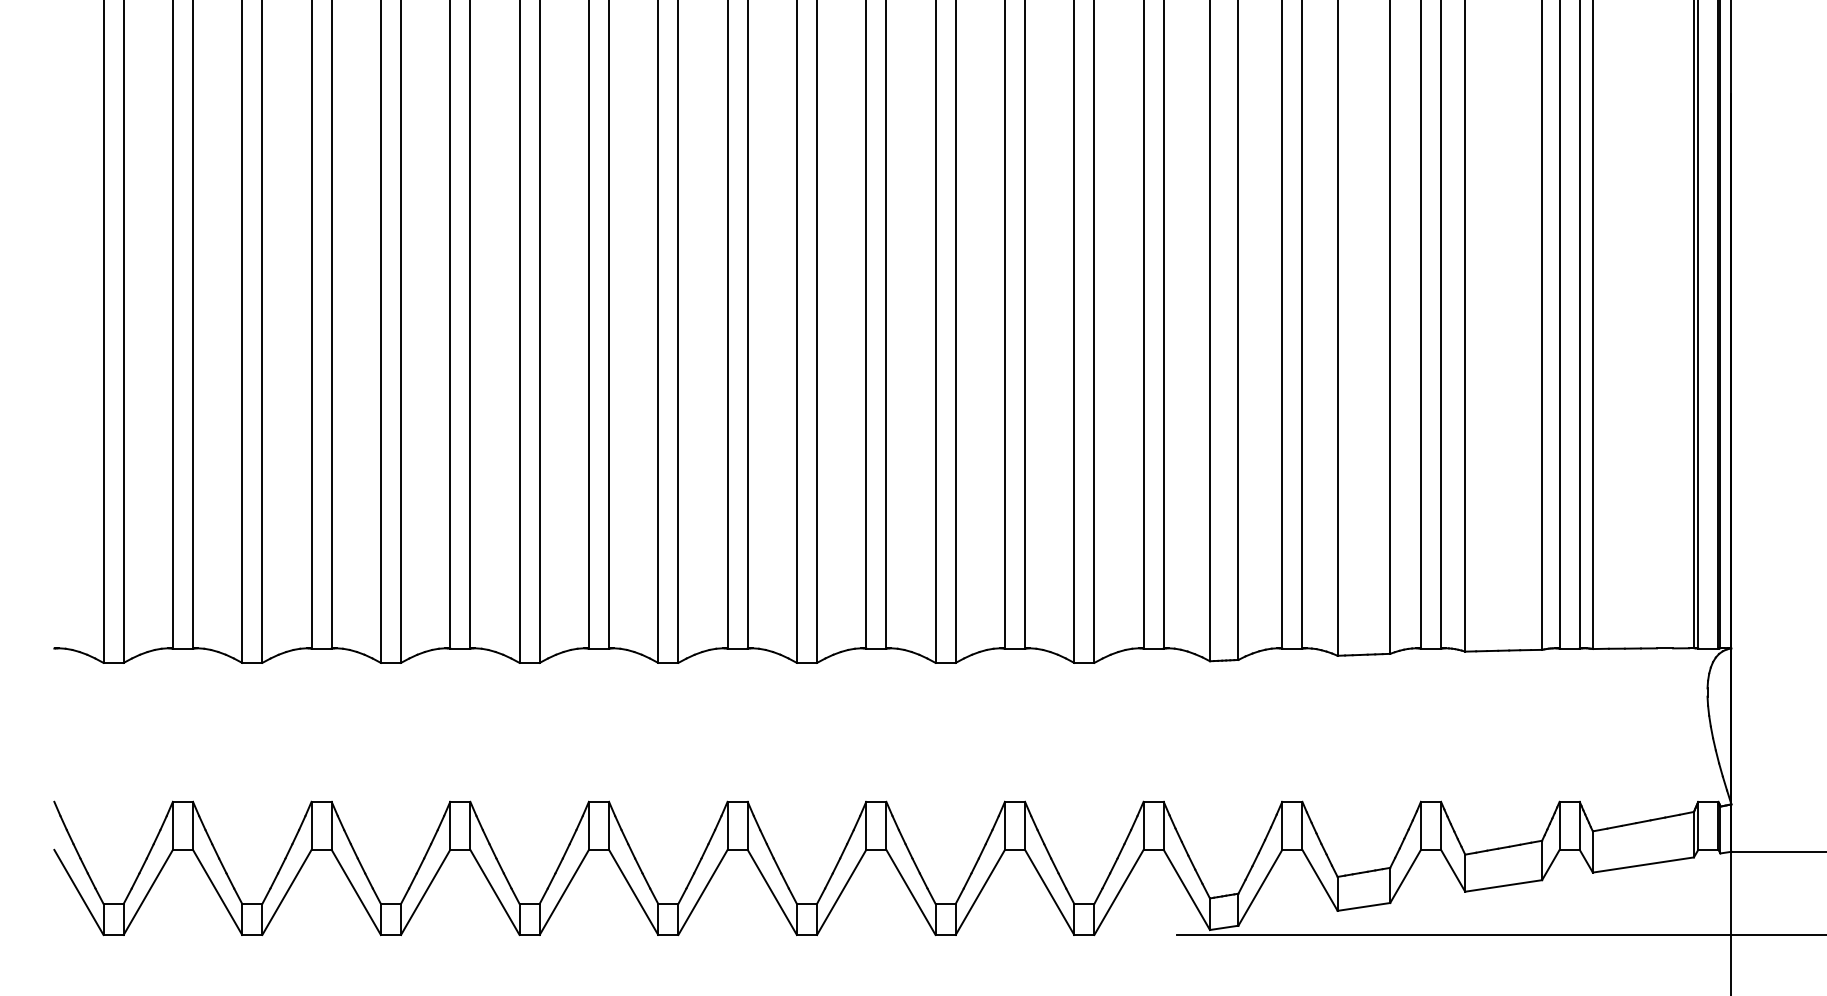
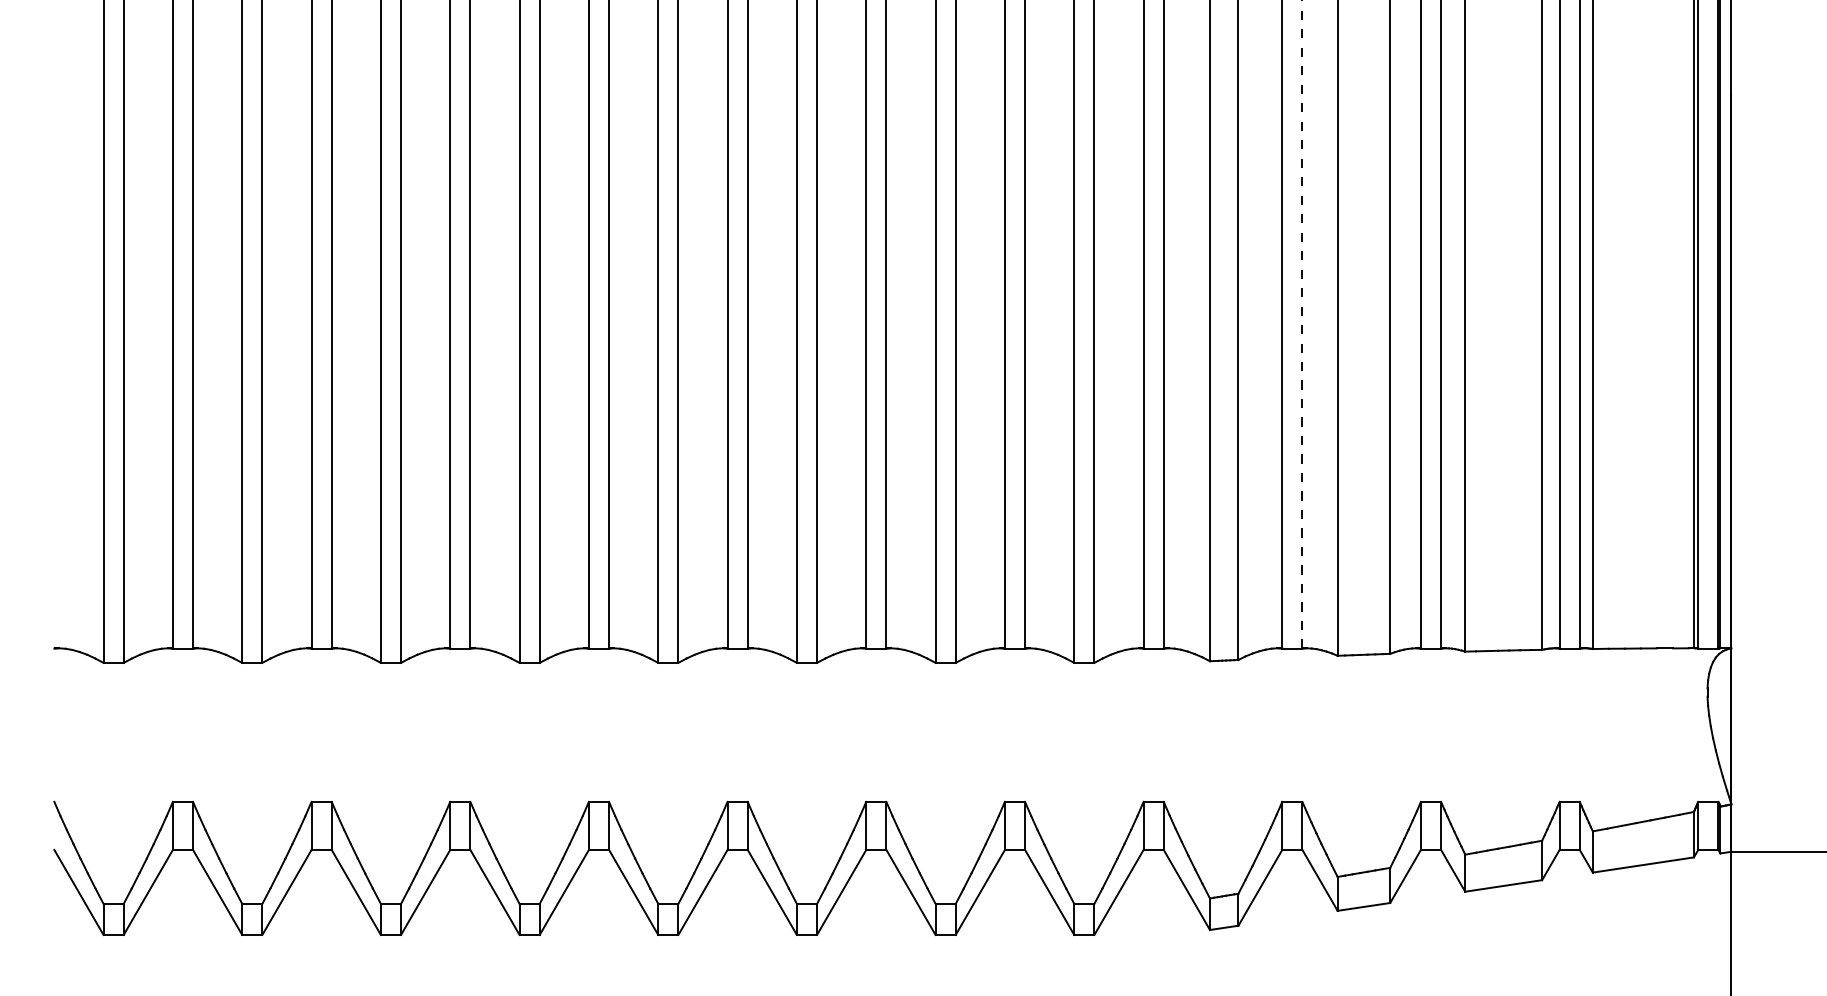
line at (1302, 323): solid -> dashed
line at (1499, 934): present -> none
